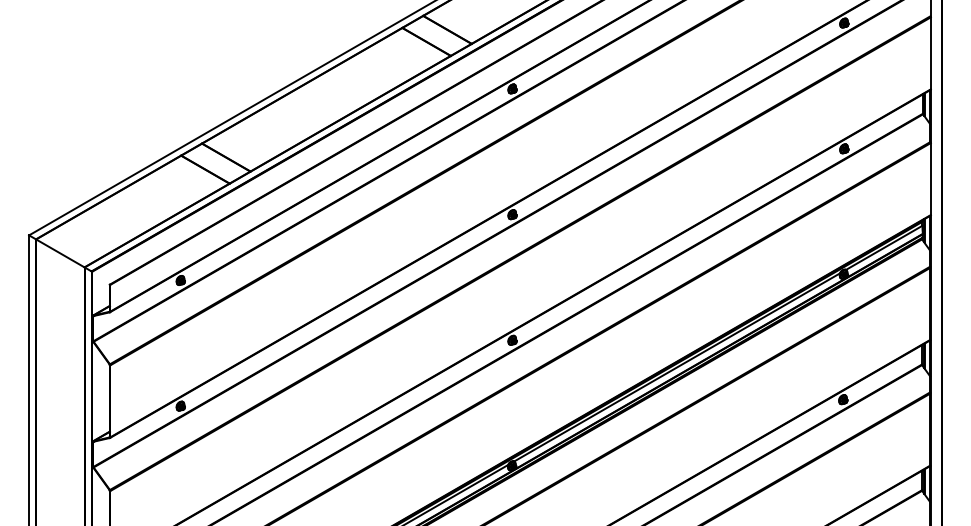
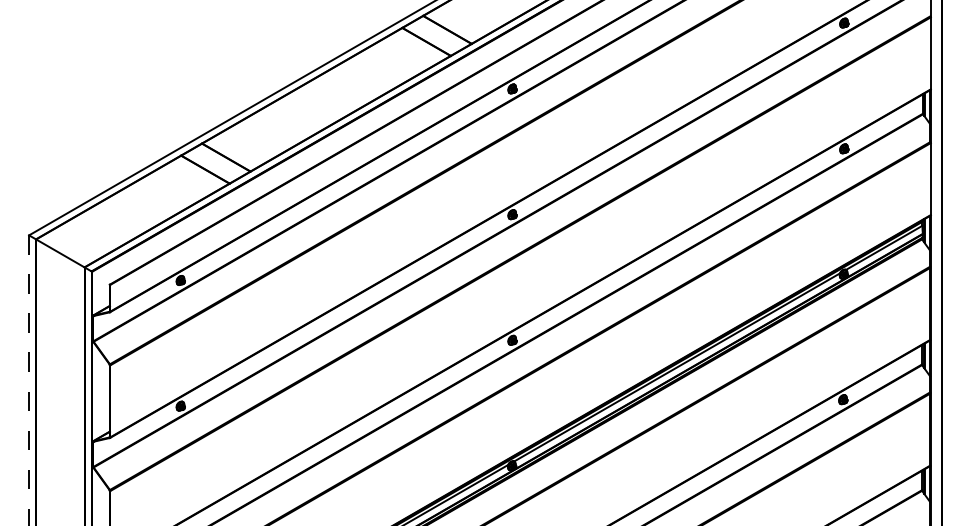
line at (29, 380): solid -> dashed
